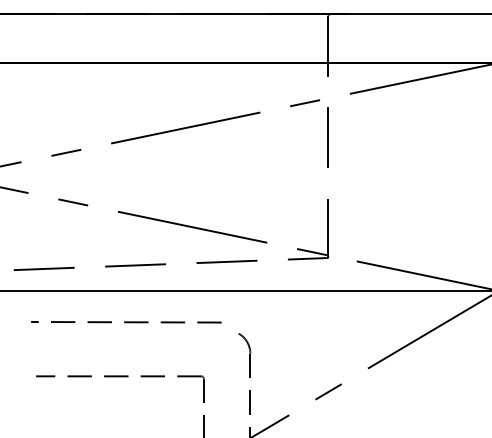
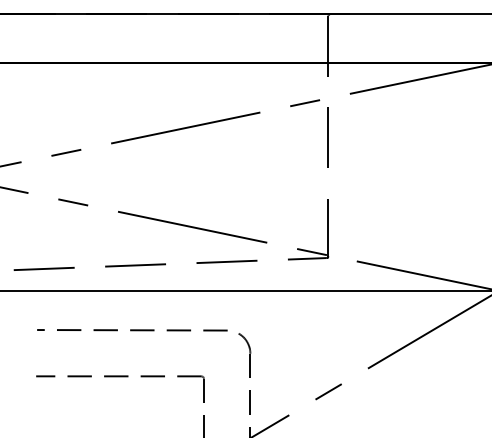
line at (126, 322) position: (126, 322) -> (132, 330)
